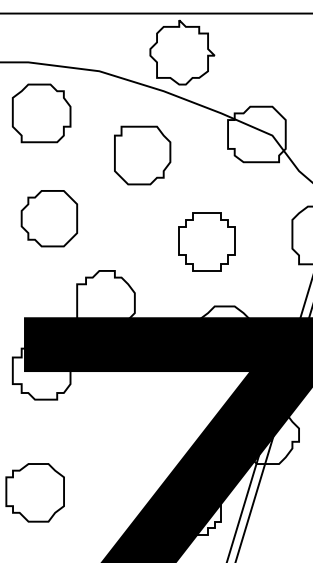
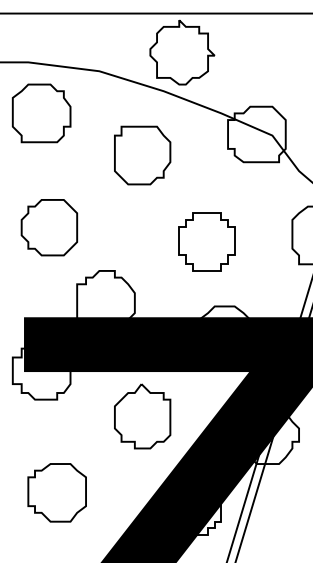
part at (49, 218) position: (49, 218) -> (49, 227)
part at (142, 416): none -> present
part at (34, 492) position: (34, 492) -> (56, 492)
